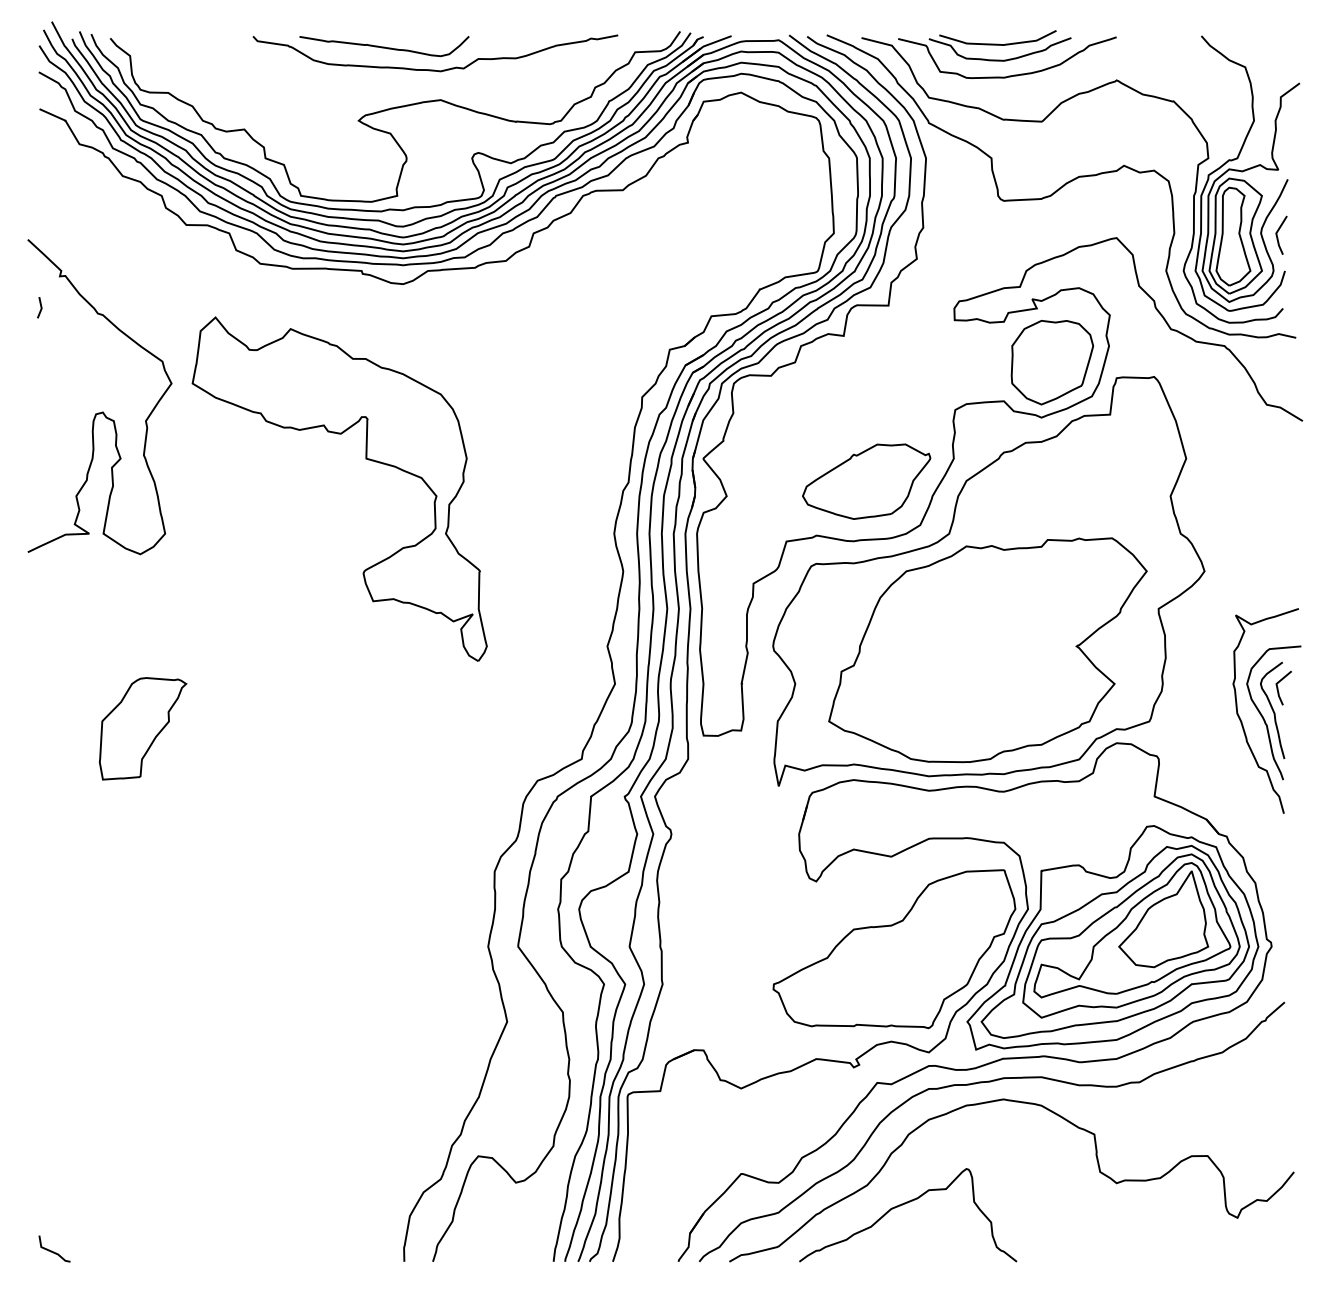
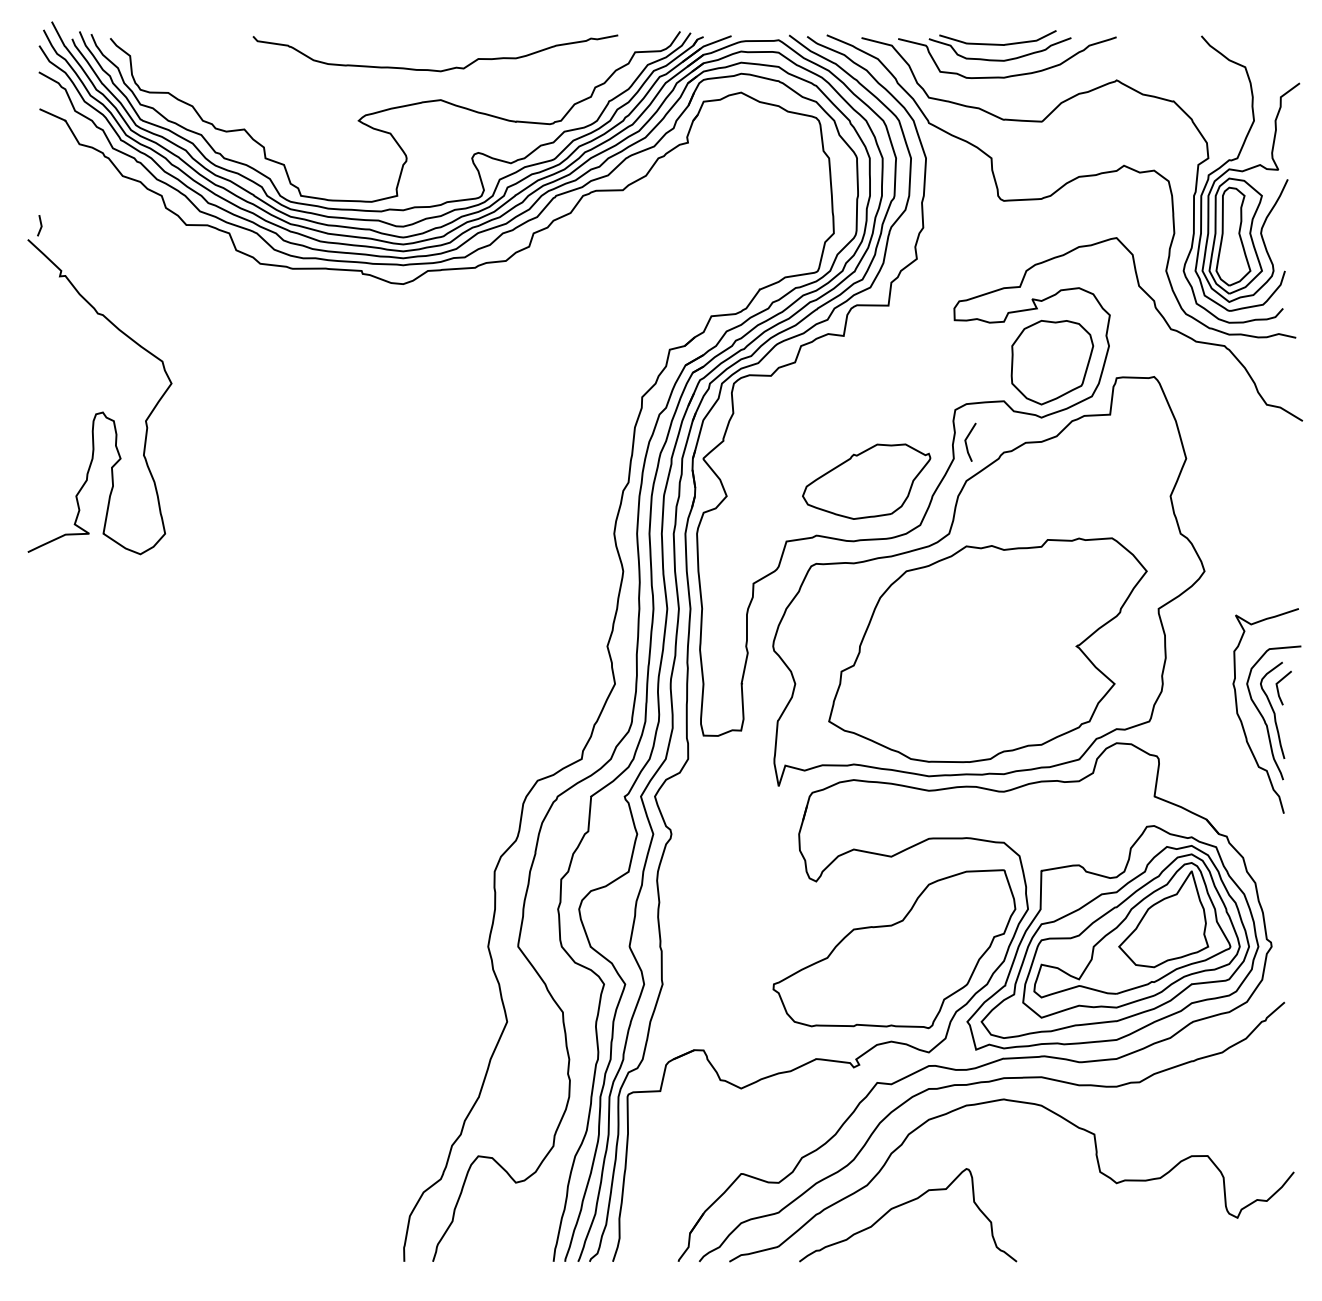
curve at (384, 46): present -> none
line at (1277, 234) position: (1277, 234) -> (966, 441)
line at (40, 307) position: (40, 307) -> (40, 225)
part at (365, 459): present -> none
part at (143, 728): present -> none
line at (54, 1251): present -> none
